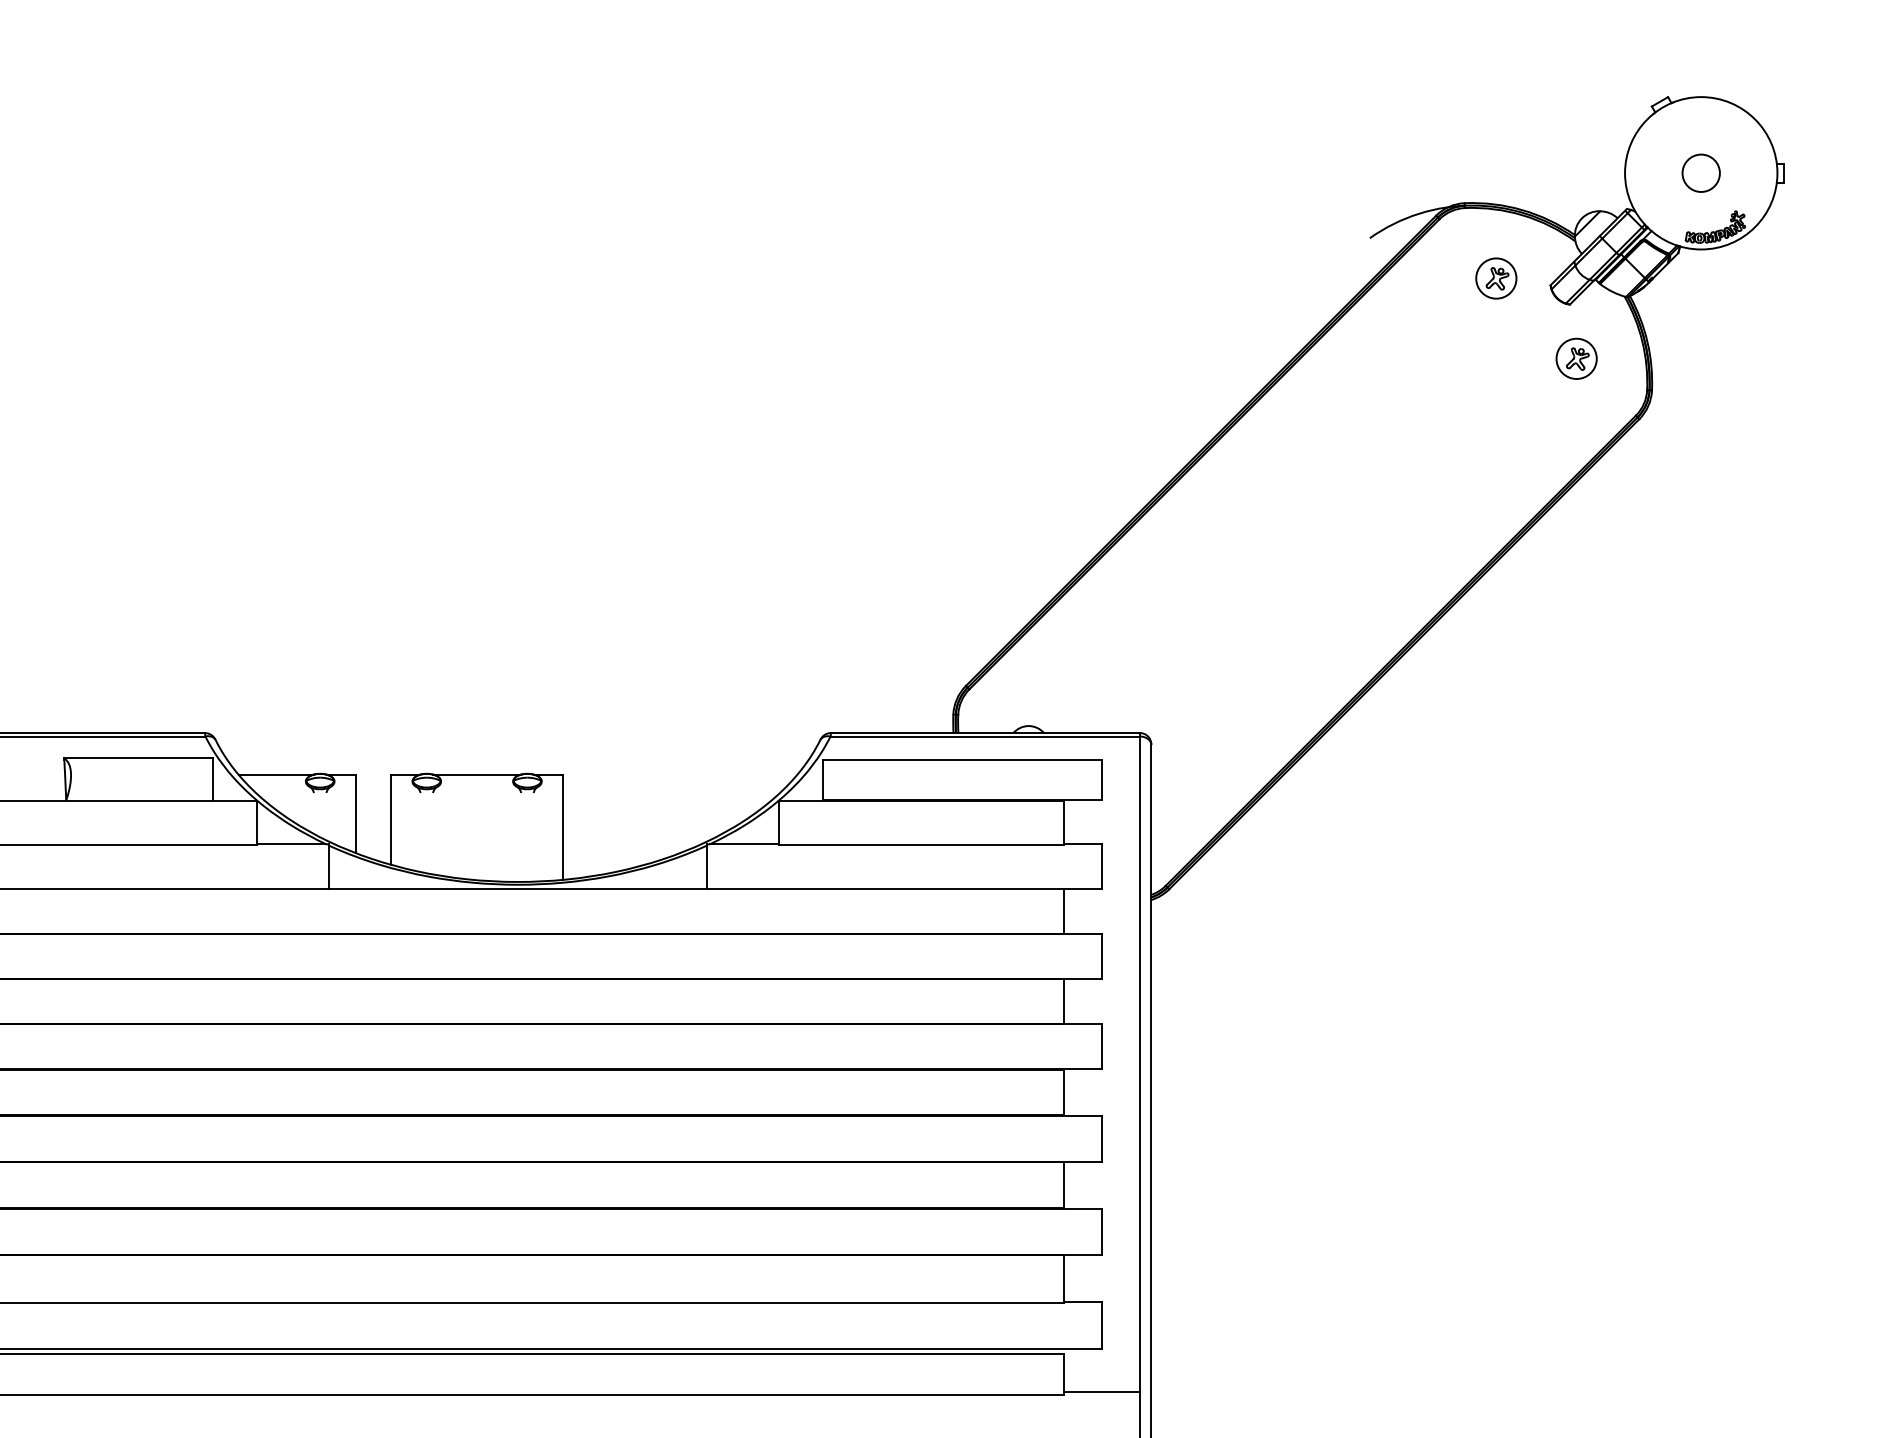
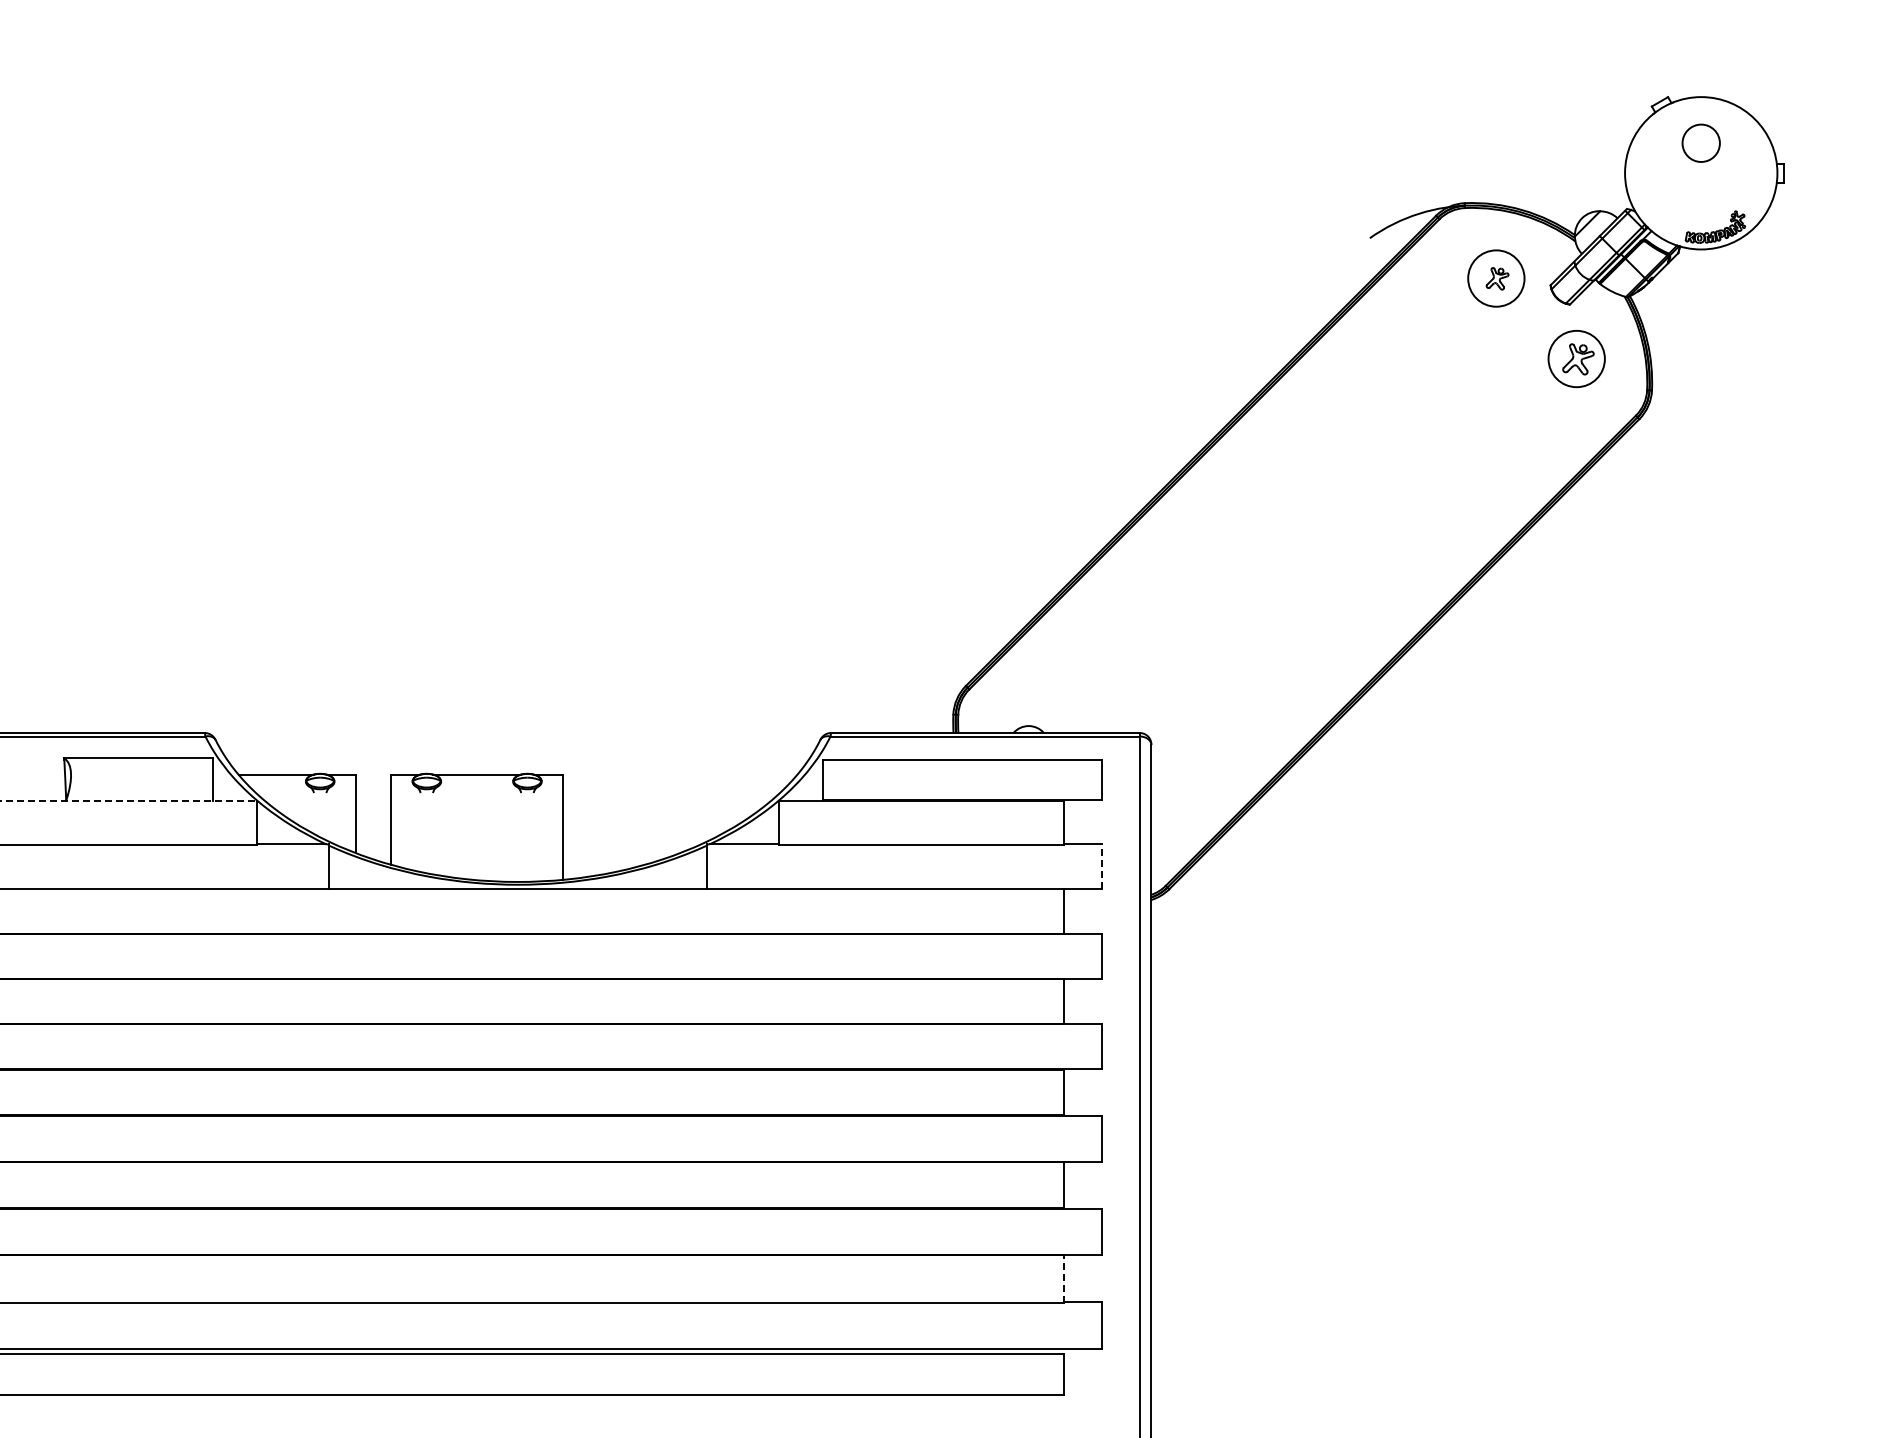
circle at (1700, 172) position: (1700, 172) -> (1700, 142)
circle at (1496, 278) diameter: 40 px -> 56 px
part at (1576, 358) size: 43x43 px -> 59x59 px
line at (128, 800): solid -> dashed
line at (1101, 866): solid -> dashed
line at (1064, 1278): solid -> dashed
line at (1101, 1391): present -> none
